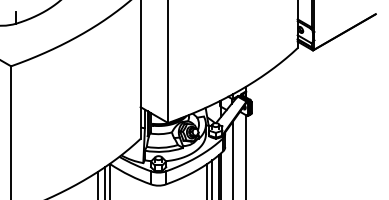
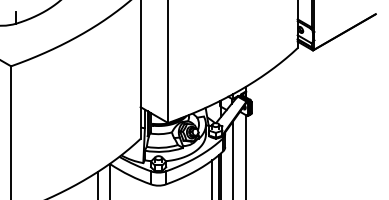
line at (206, 180): present -> none
line at (104, 181): present -> none
